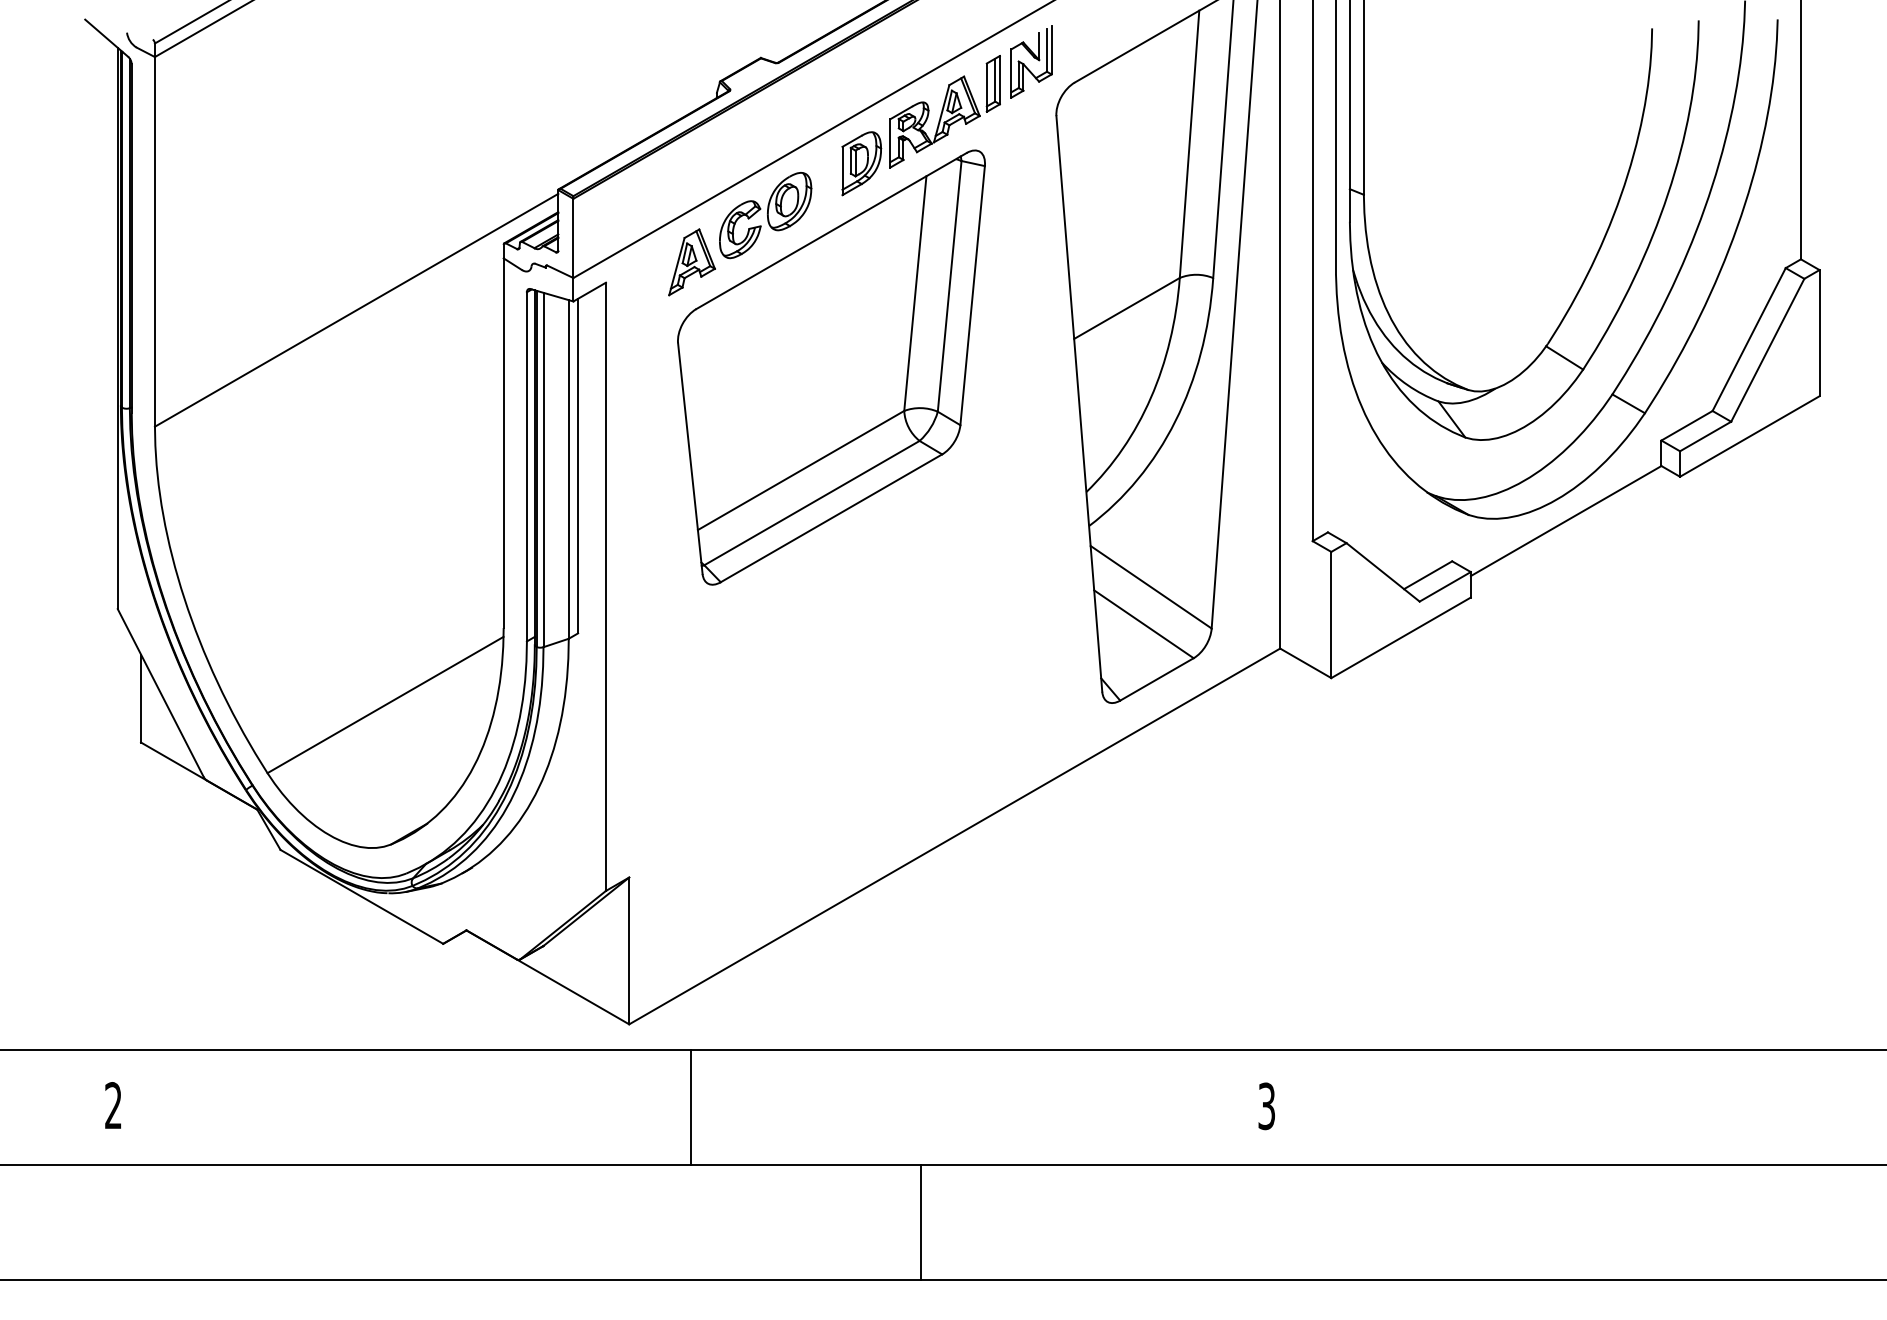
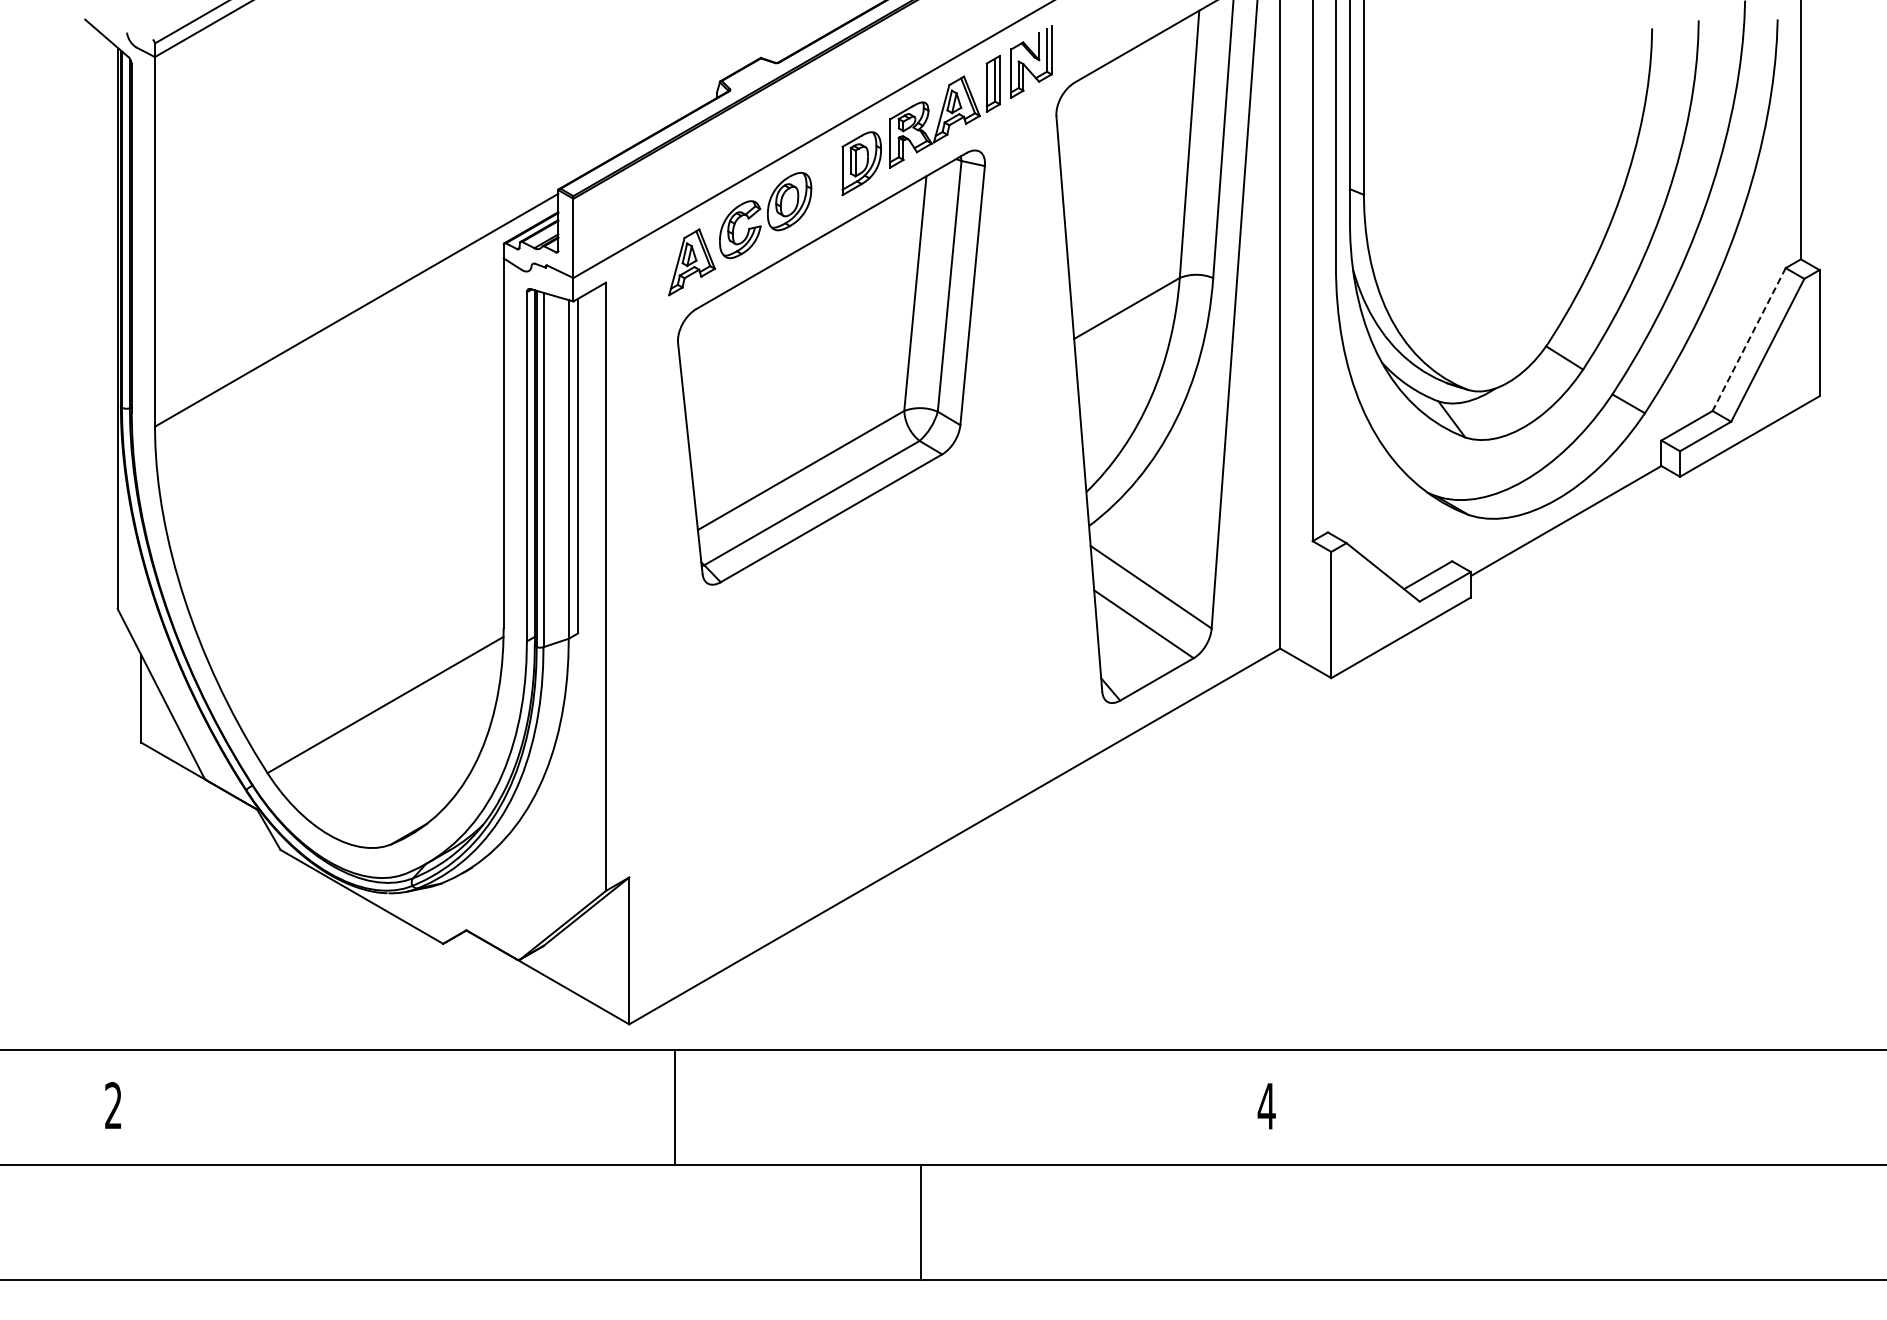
line at (1748, 340): solid -> dashed
text at (1266, 1106): 3 -> 4
line at (690, 1107) position: (690, 1107) -> (674, 1107)
